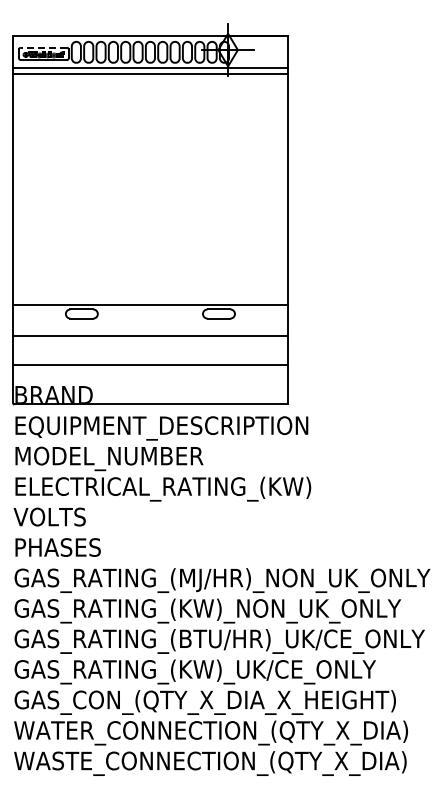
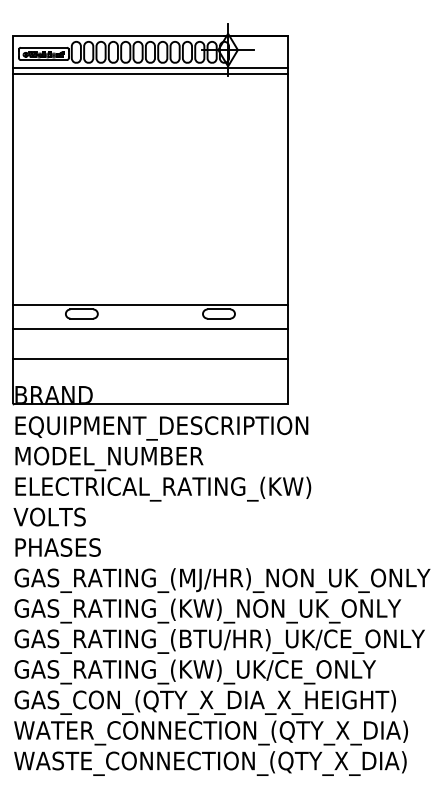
line at (43, 47): dashed -> solid
line at (150, 336) position: (150, 336) -> (150, 329)
line at (150, 364) position: (150, 364) -> (150, 358)
